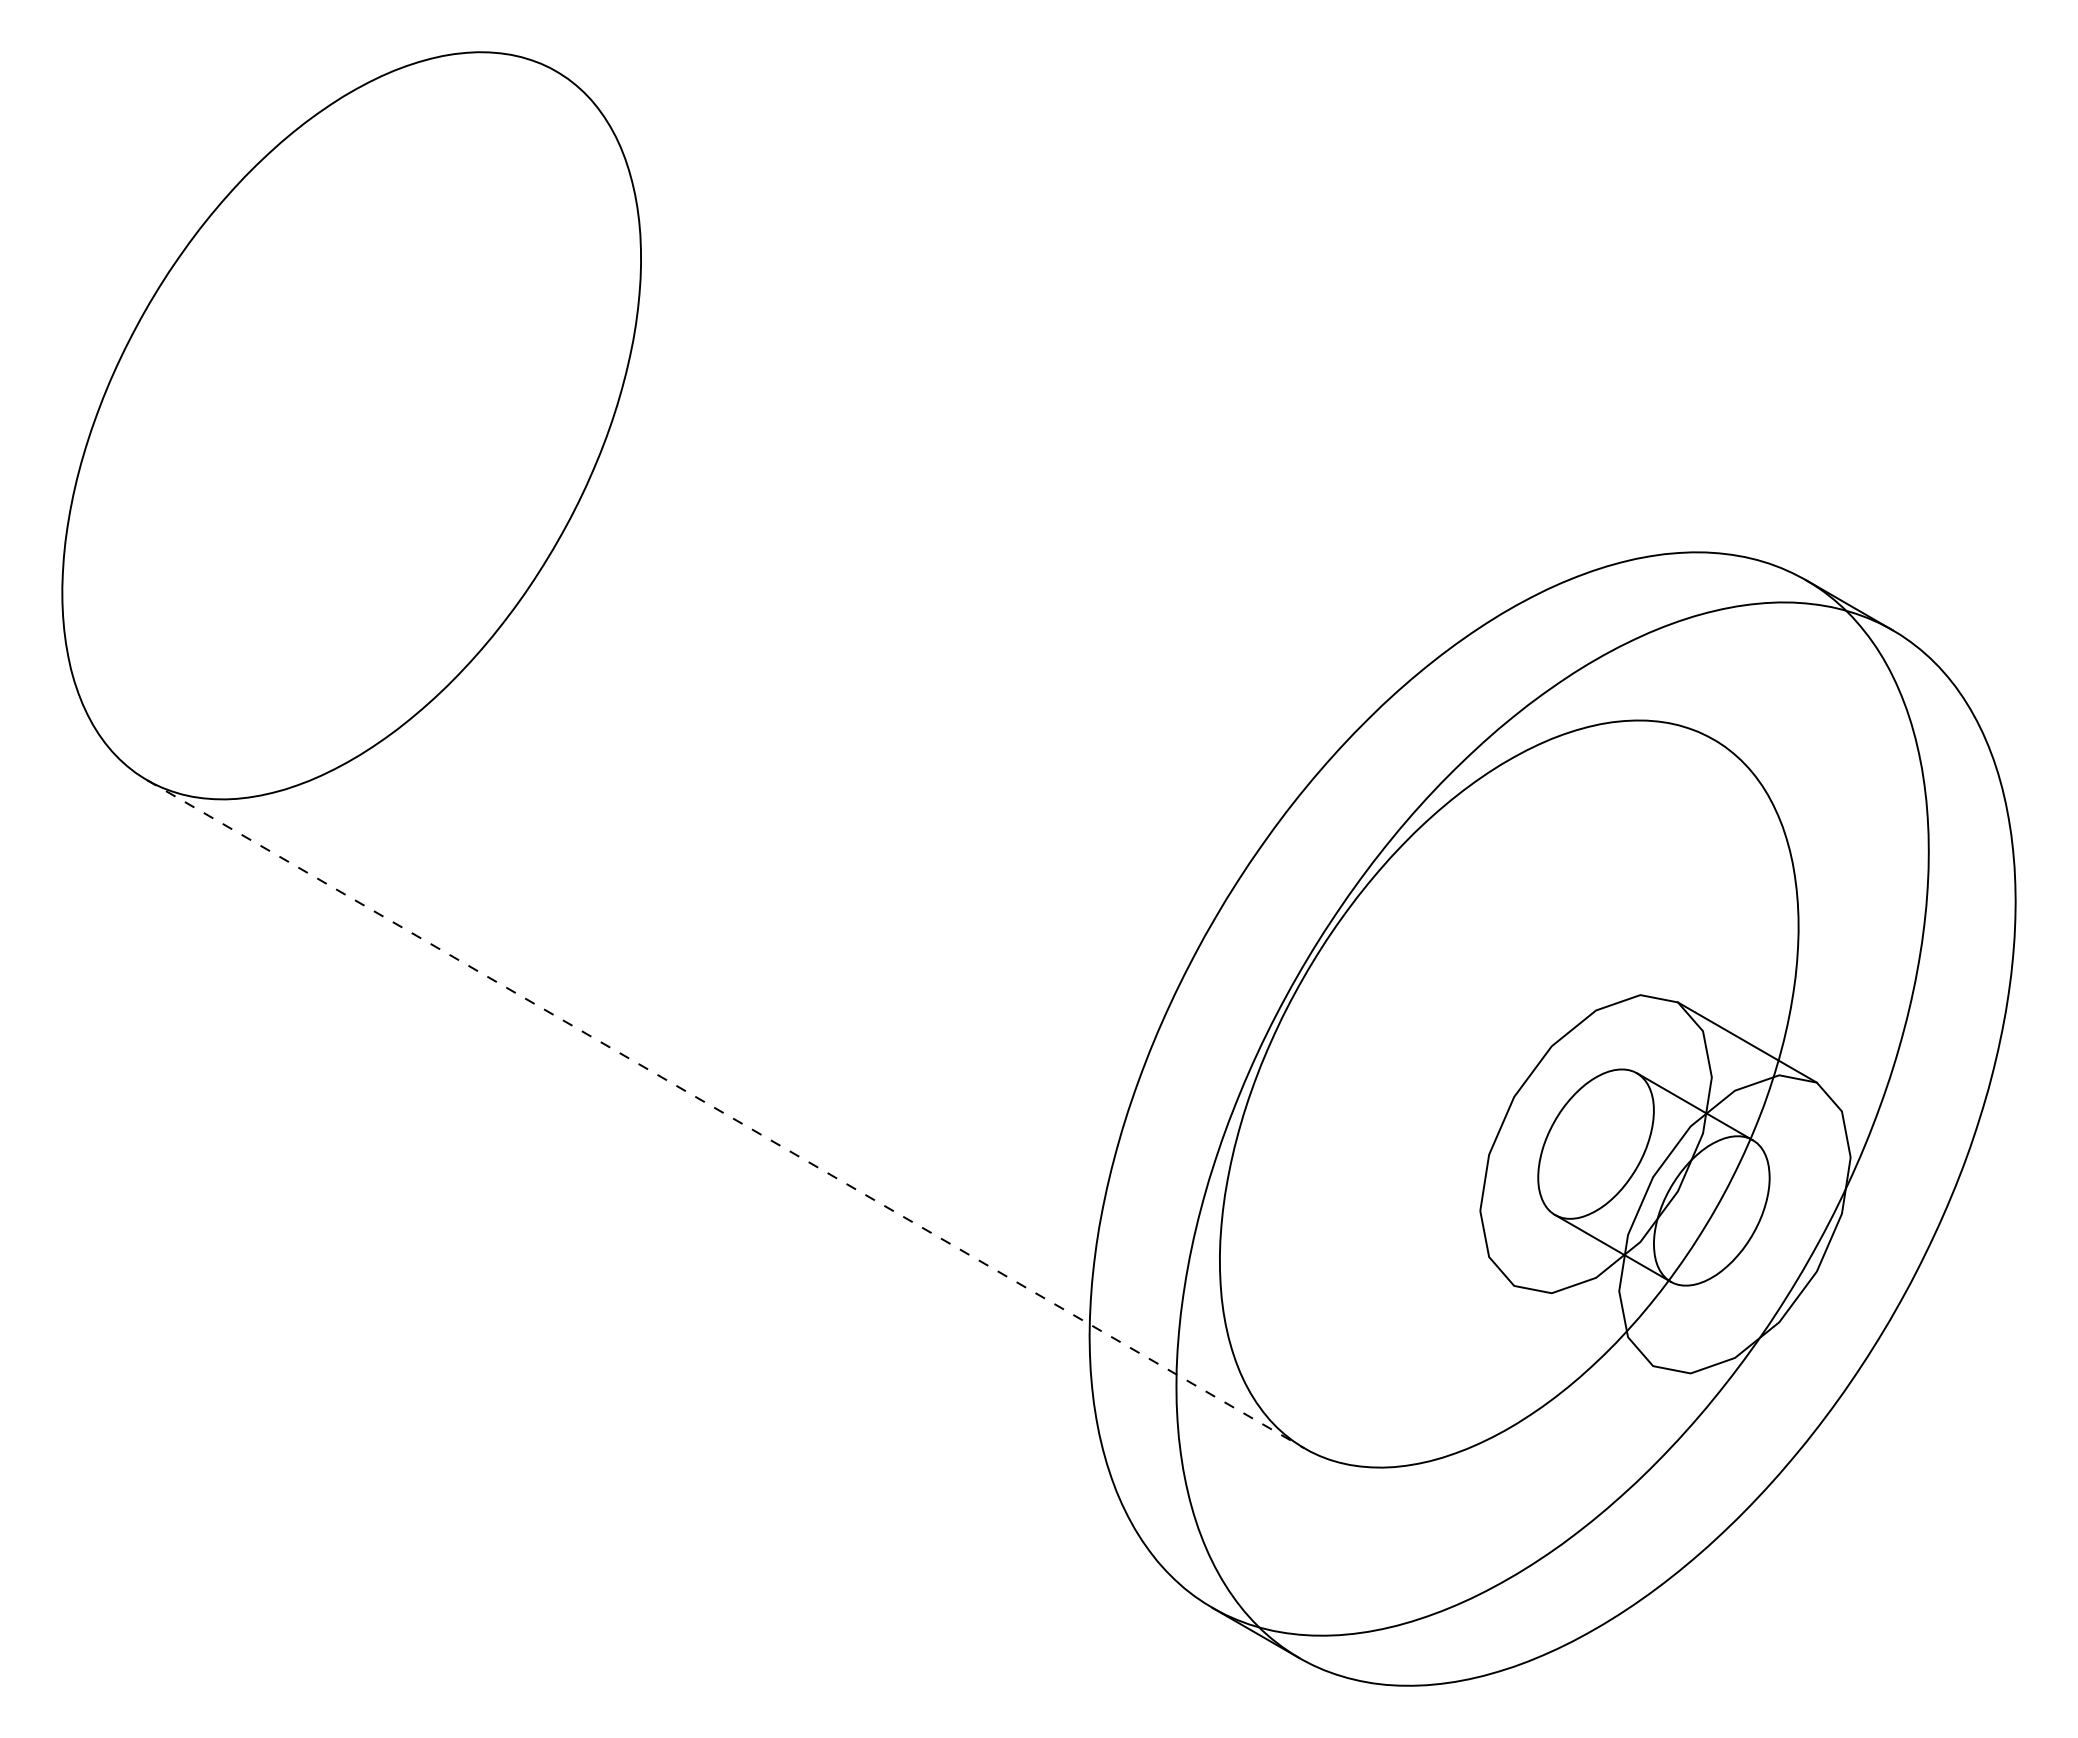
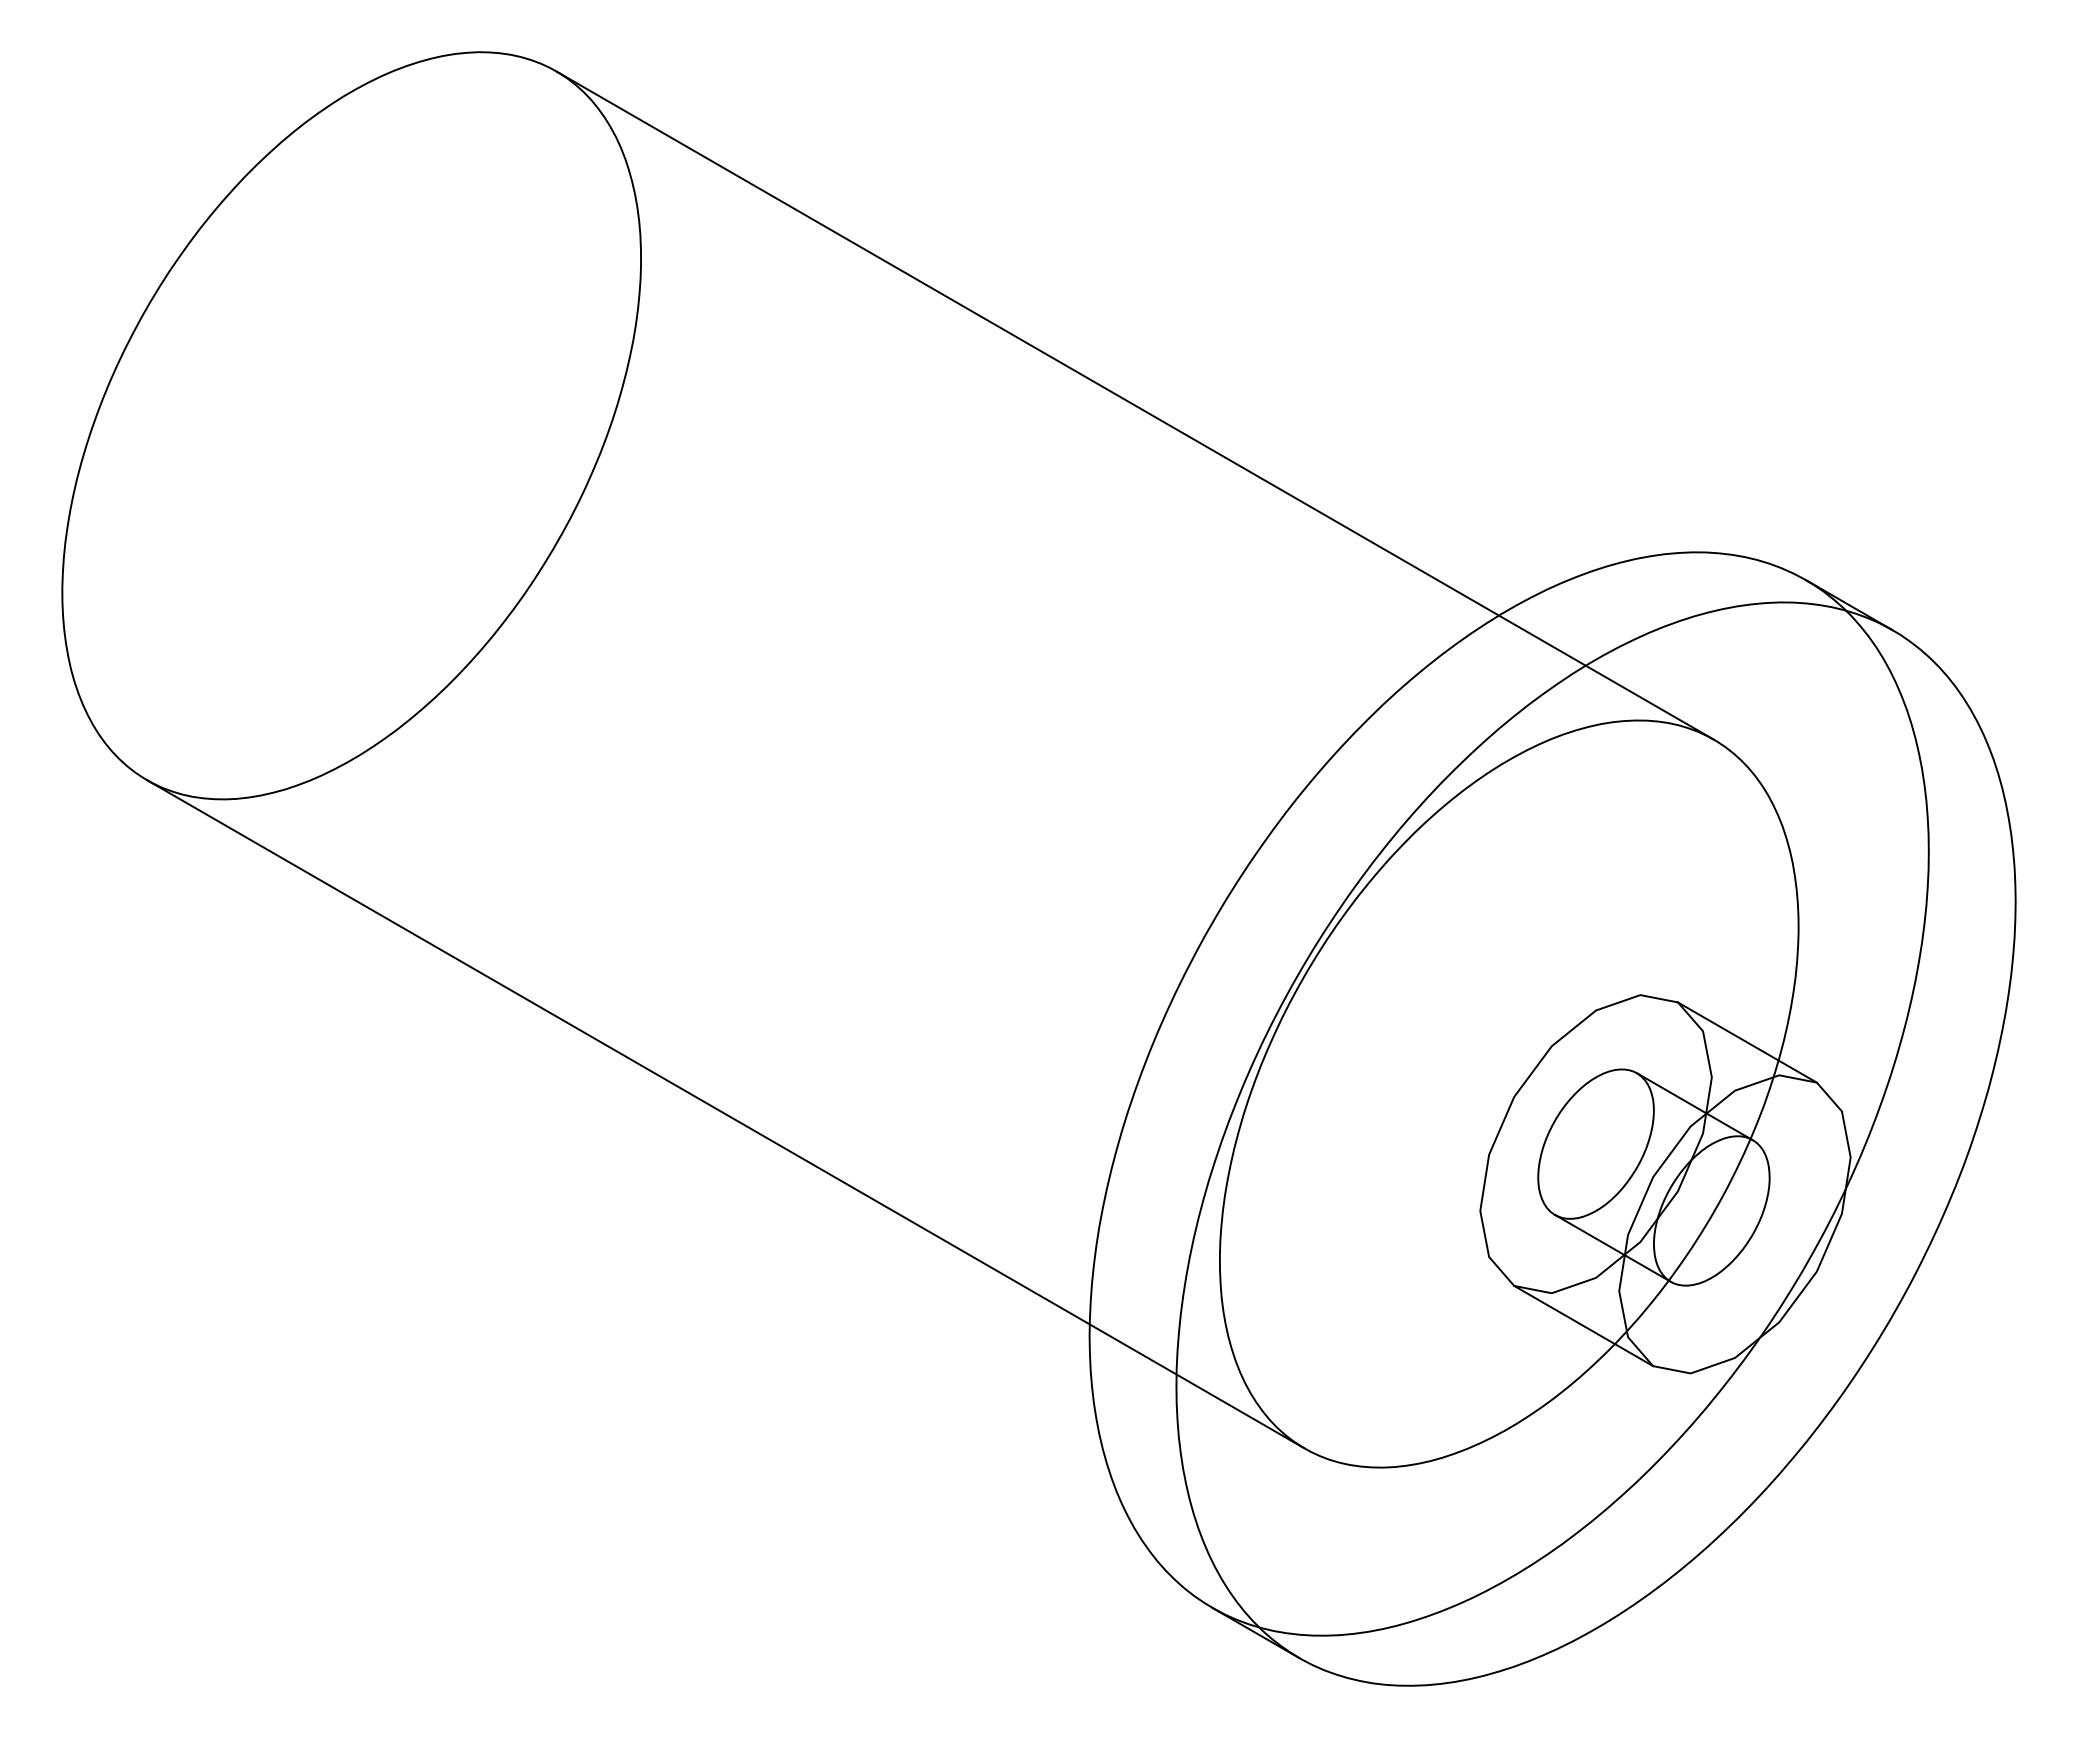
line at (1134, 405): none -> present
line at (726, 1114): dashed -> solid
line at (1583, 1325): none -> present
